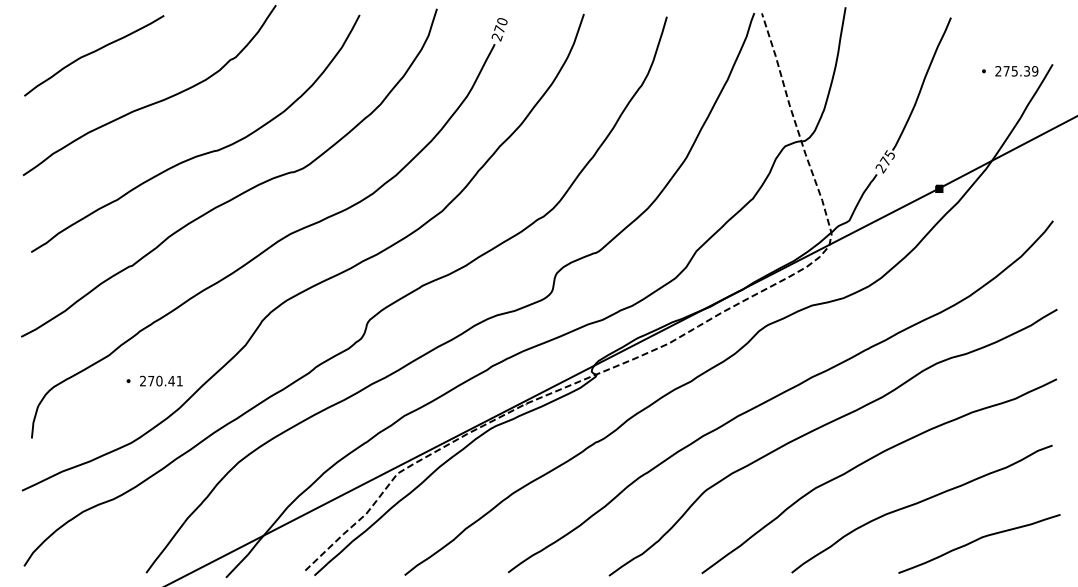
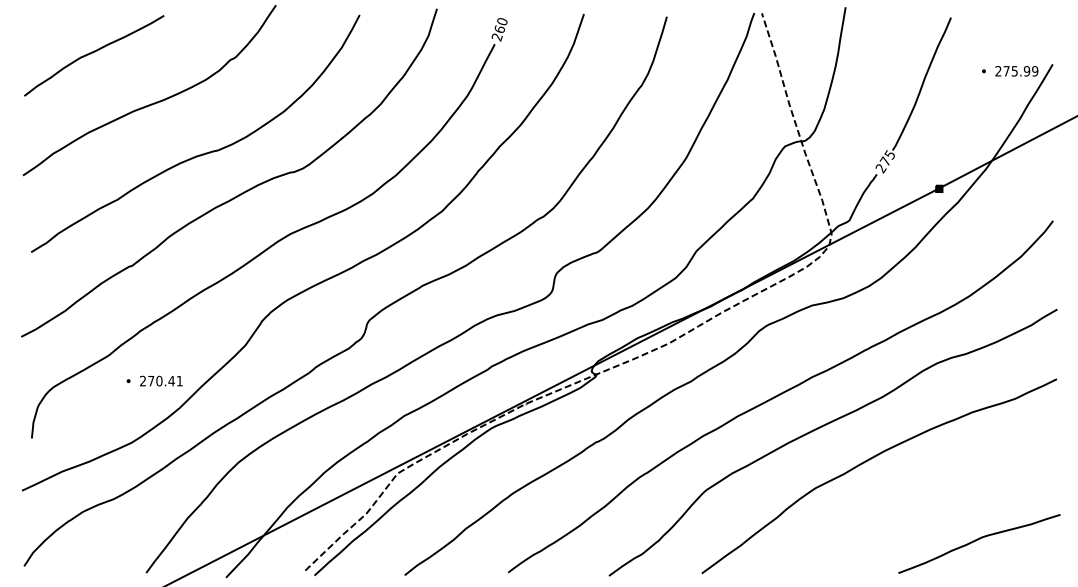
text at (499, 28): 270 -> 260
text at (1026, 71): 275.39 -> 275.99
curve at (919, 503): present -> none
